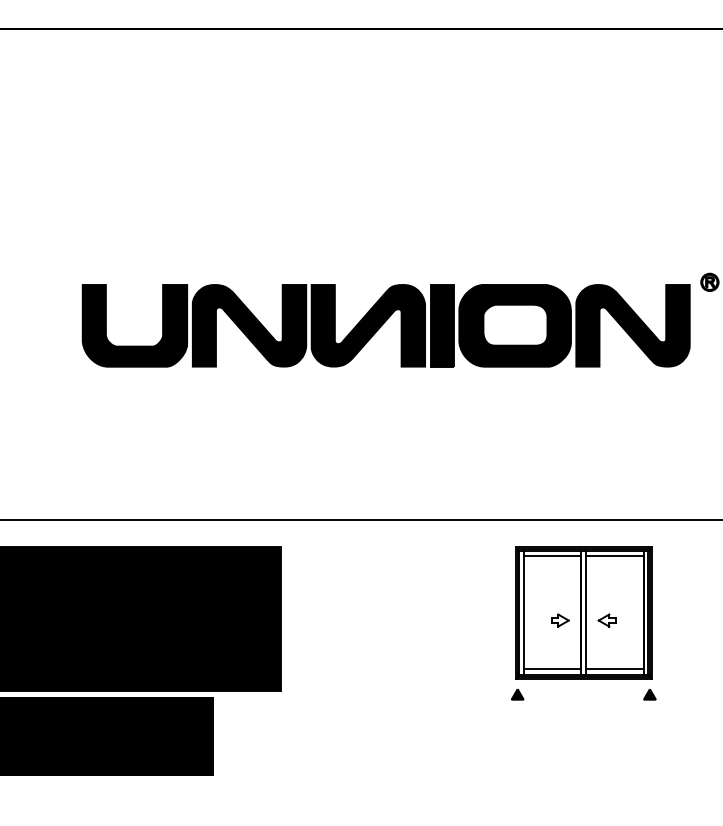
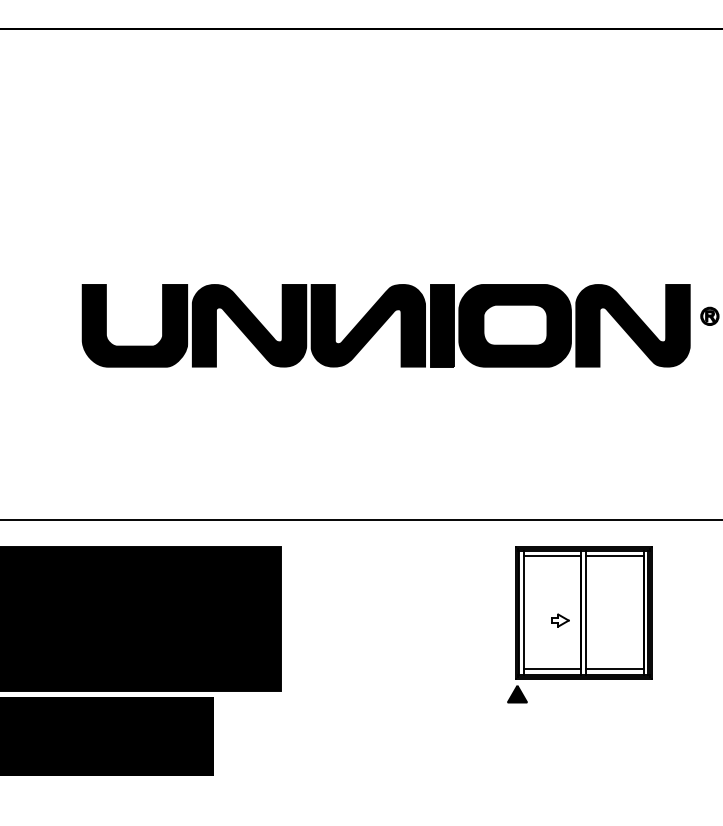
part at (709, 281) position: (709, 281) -> (709, 315)
part at (606, 620): present -> none
part at (517, 694) size: 14x12 px -> 21x19 px
part at (649, 694): present -> none
